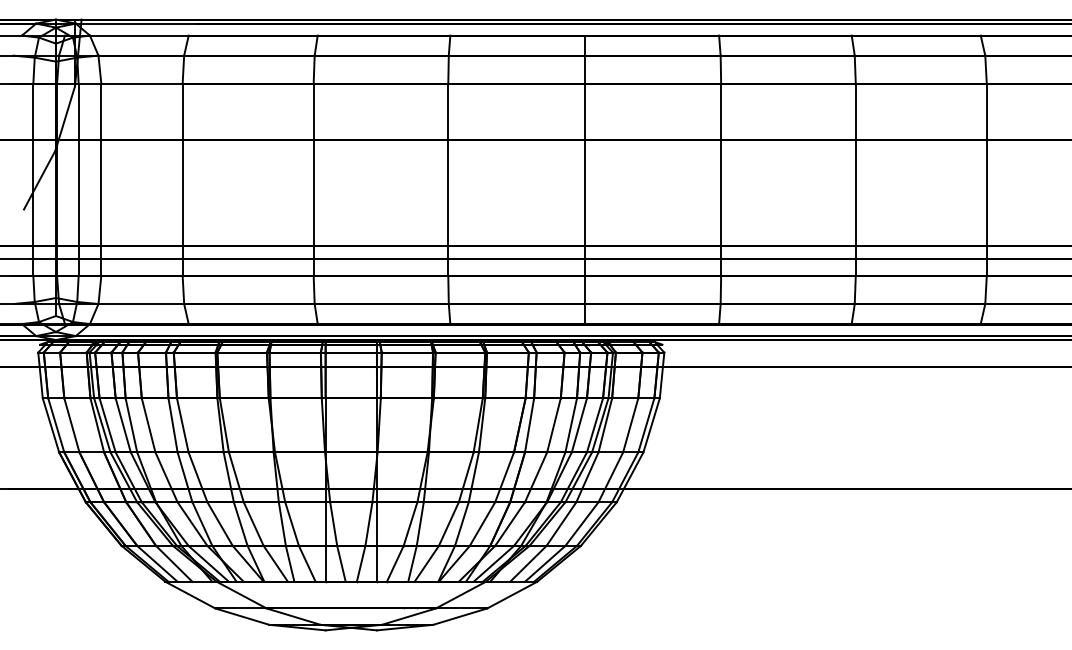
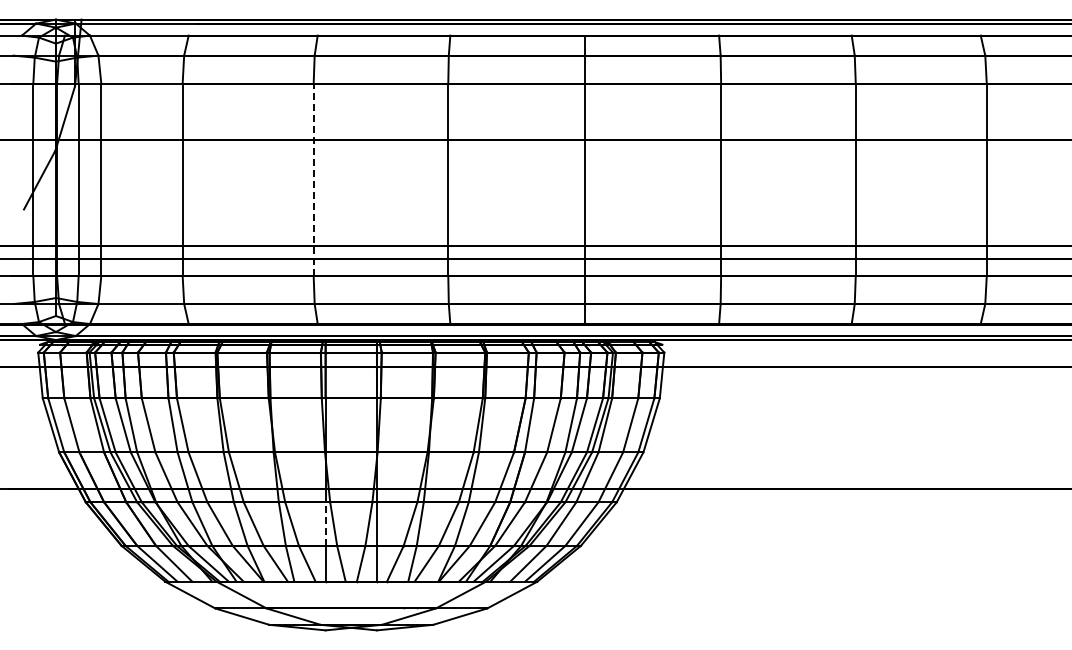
line at (313, 179): solid -> dashed
line at (325, 524): solid -> dashed
